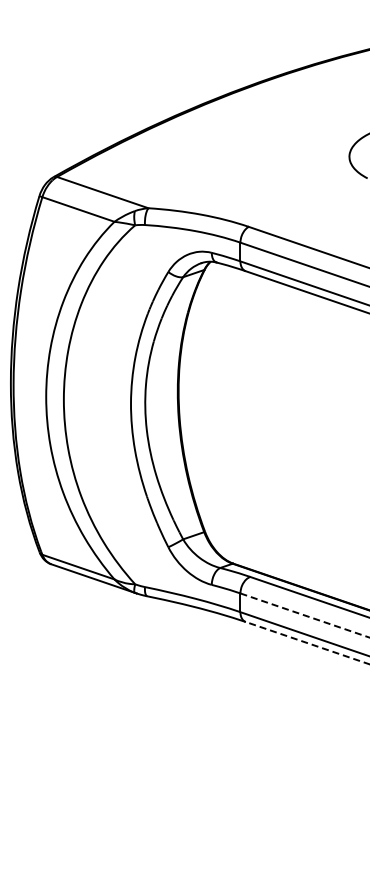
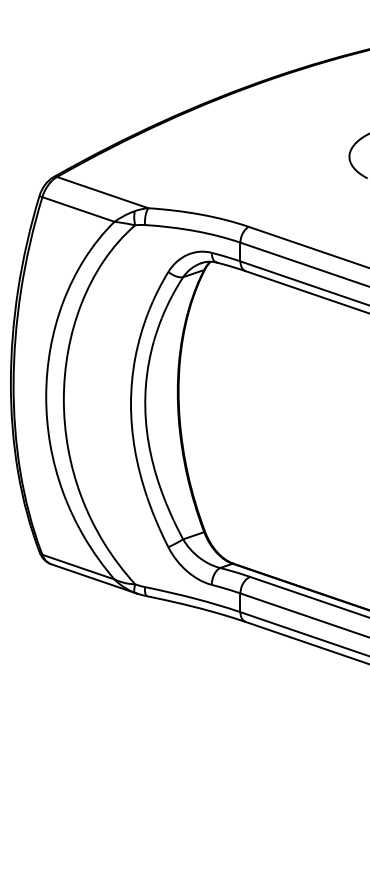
line at (304, 615): dashed -> solid
line at (307, 643): dashed -> solid
